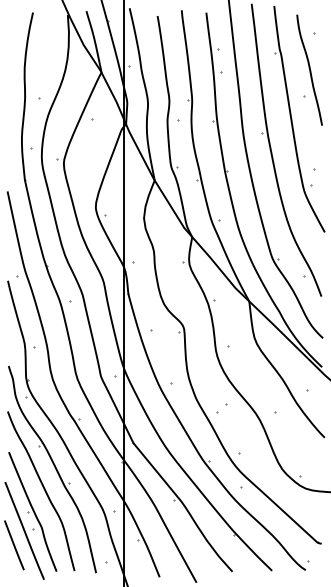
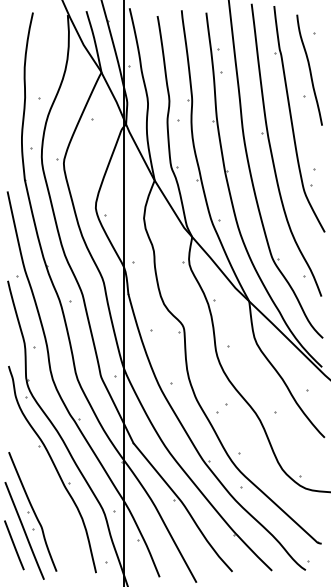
curve at (43, 489): present -> none
